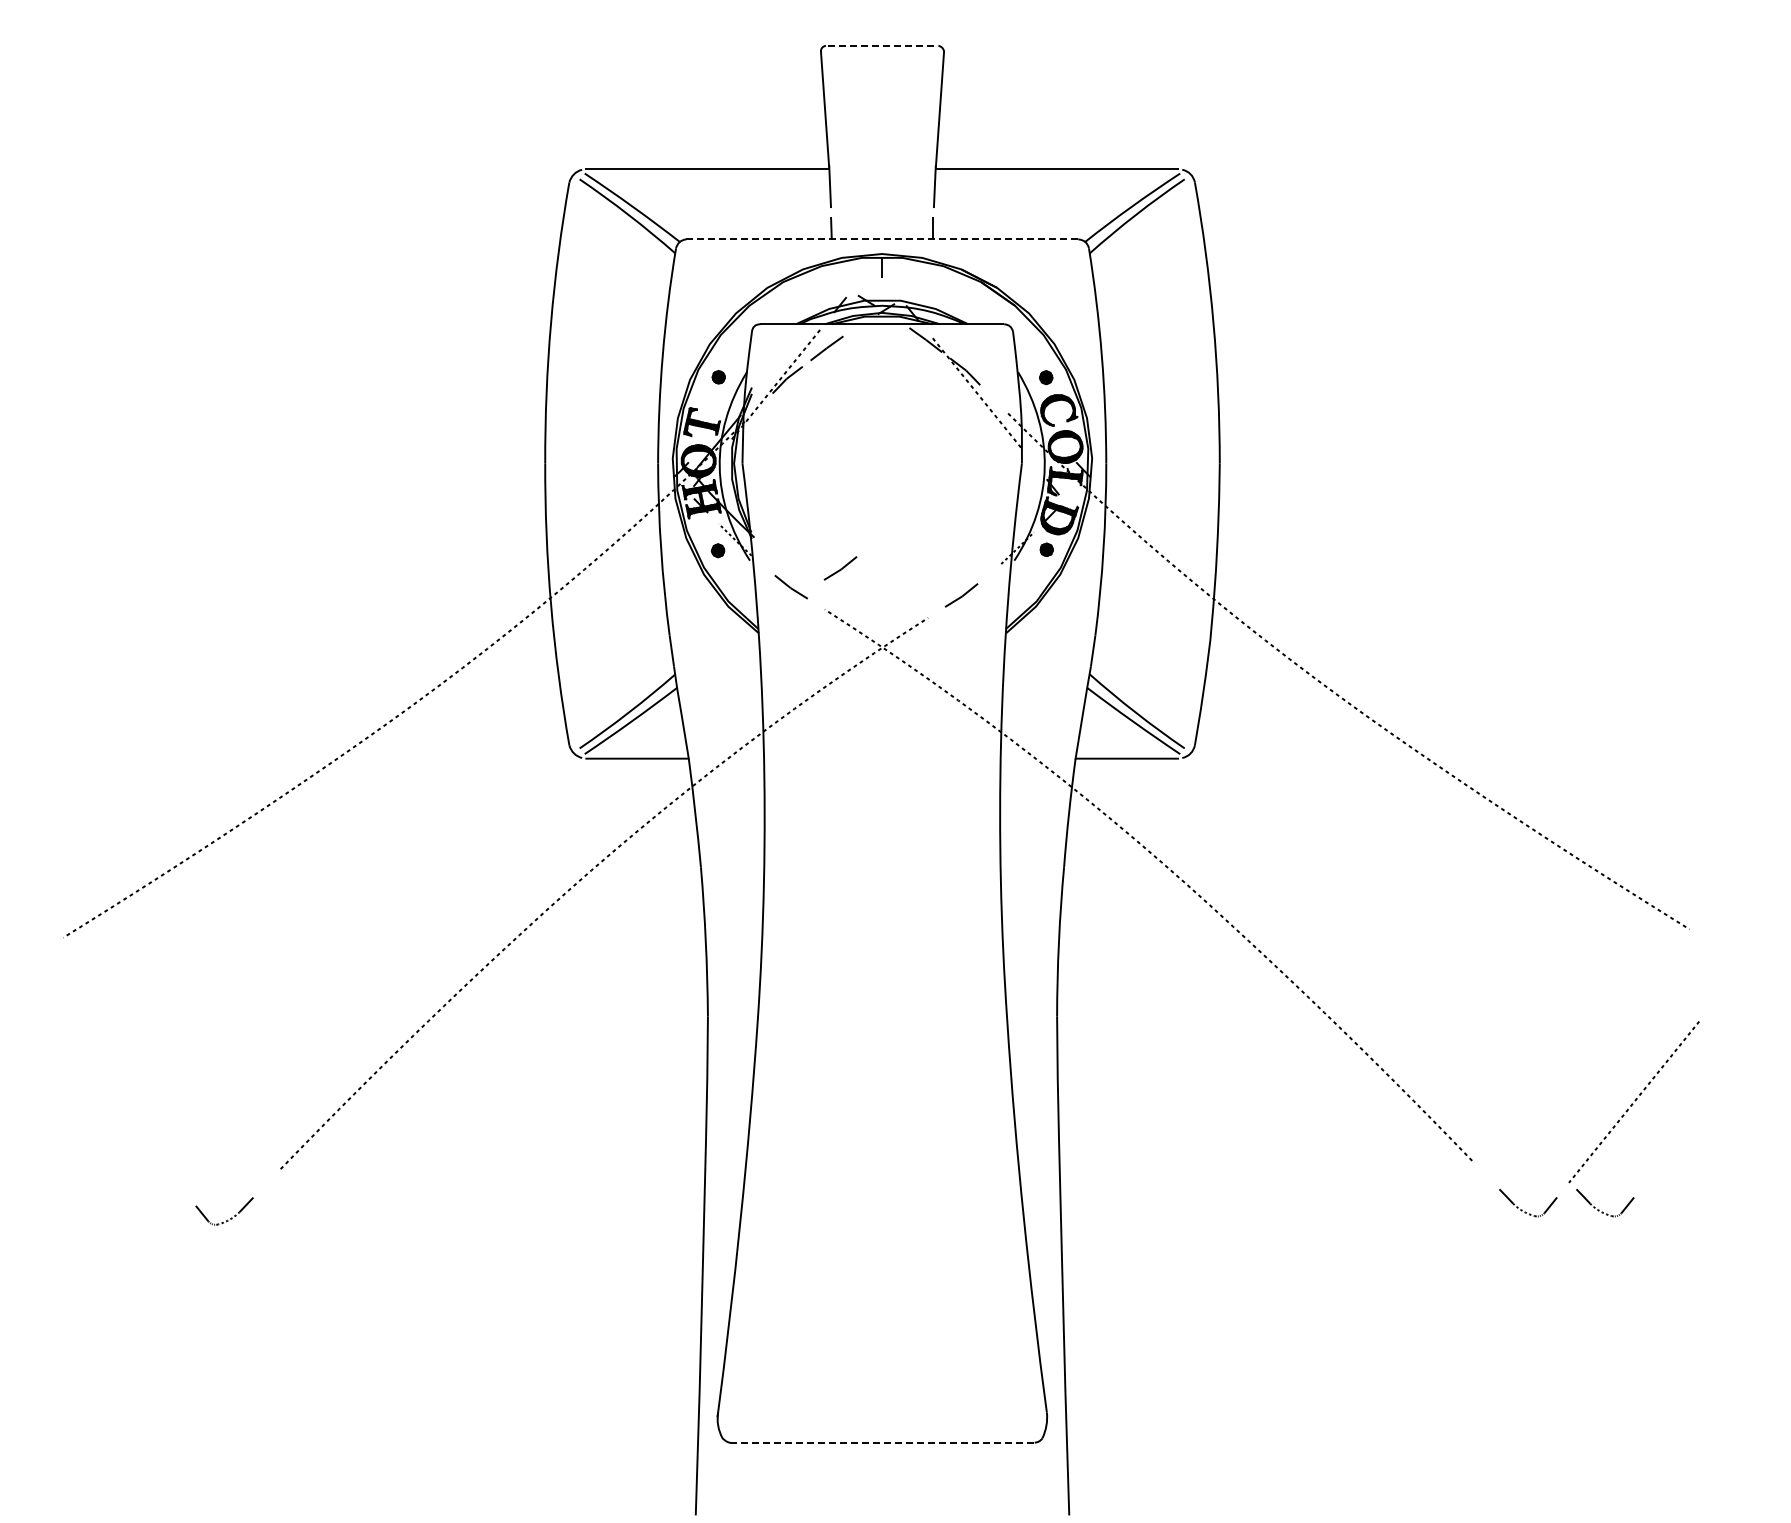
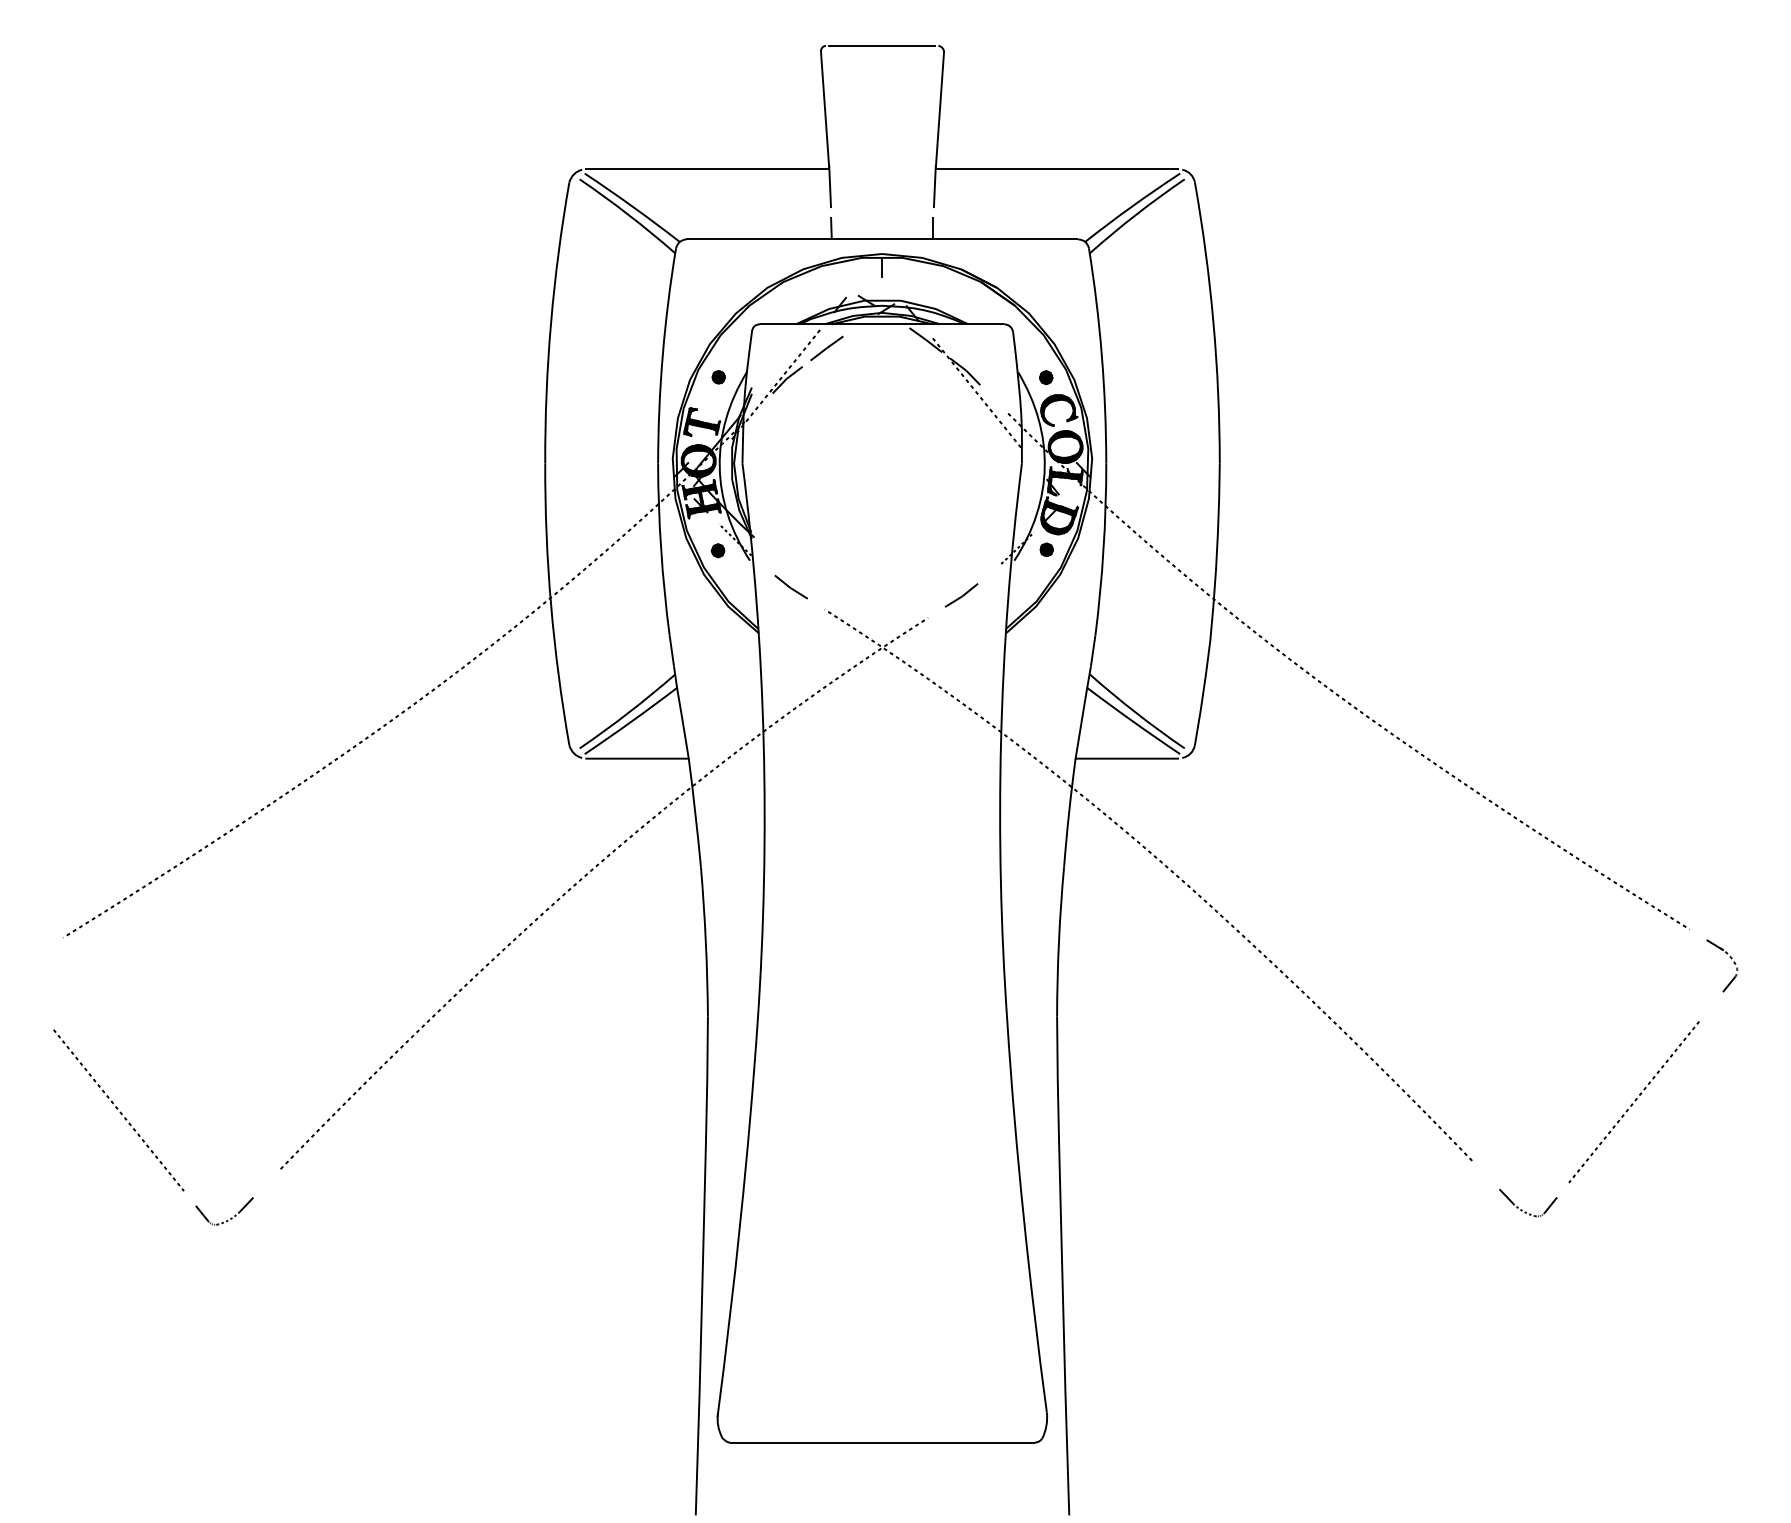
line at (882, 45): dashed -> solid
line at (882, 239): dashed -> solid
part at (840, 568): present -> none
part at (1729, 957): none -> present
line at (117, 1109): none -> present
part at (1599, 1209): present -> none
line at (883, 1442): dashed -> solid
